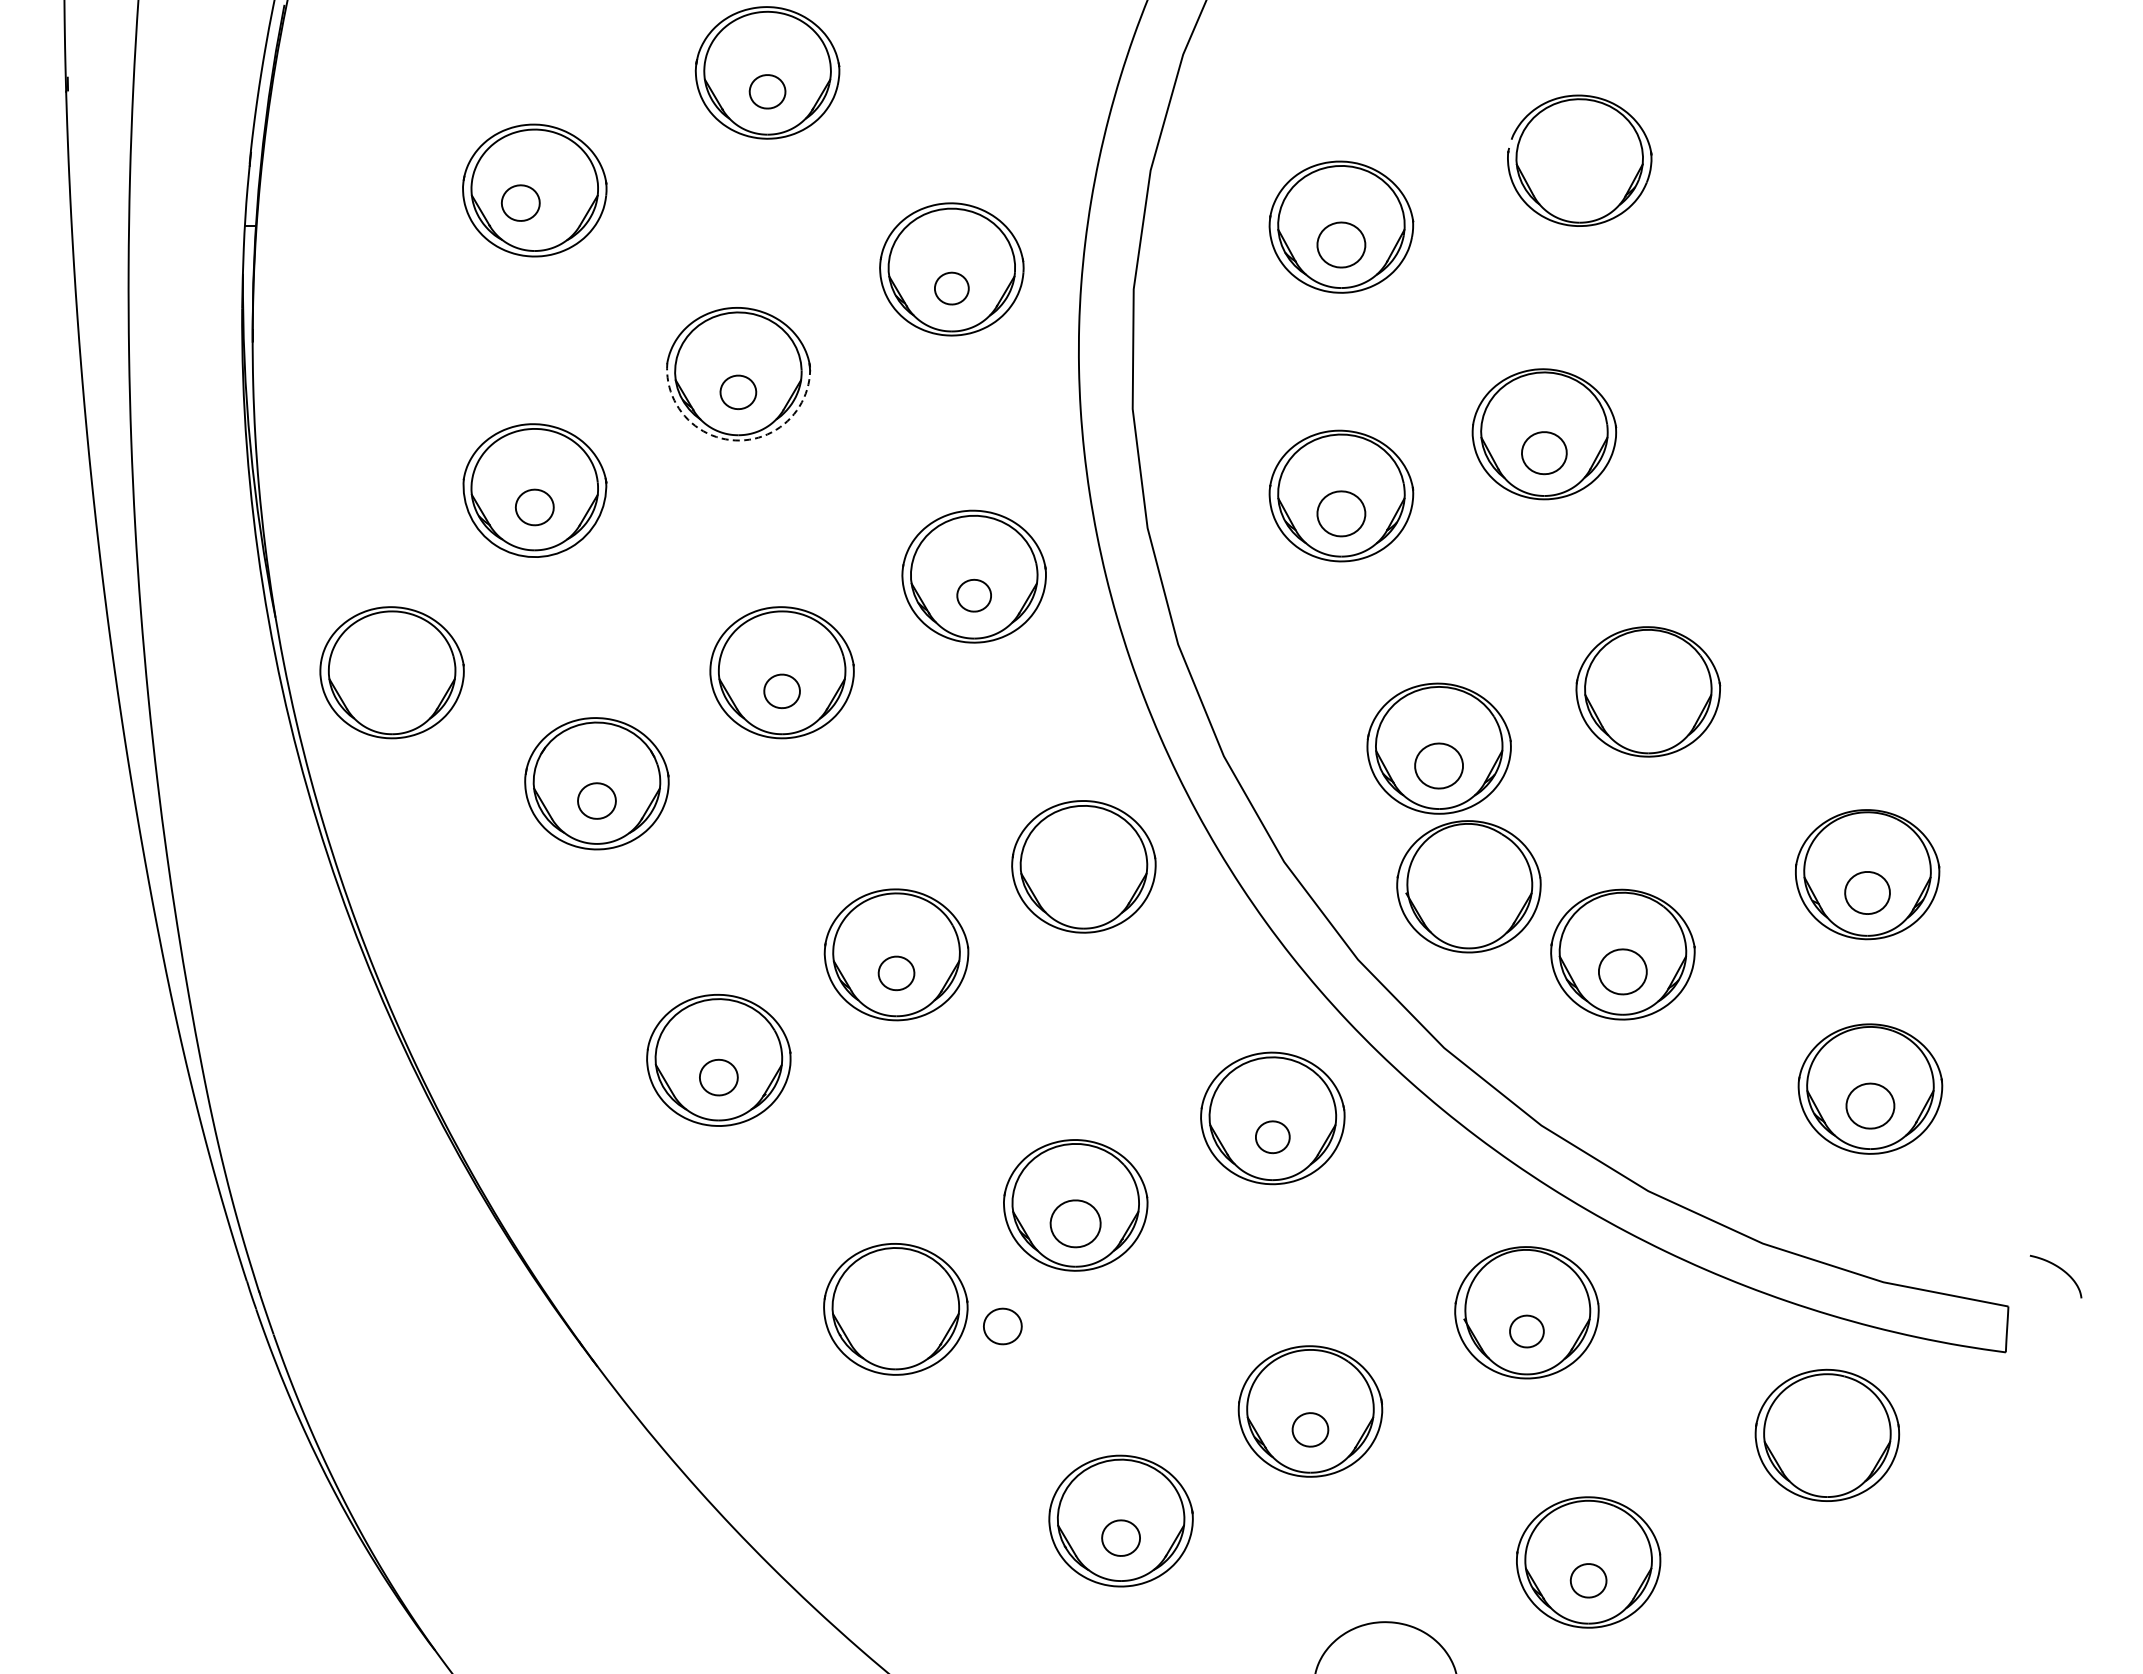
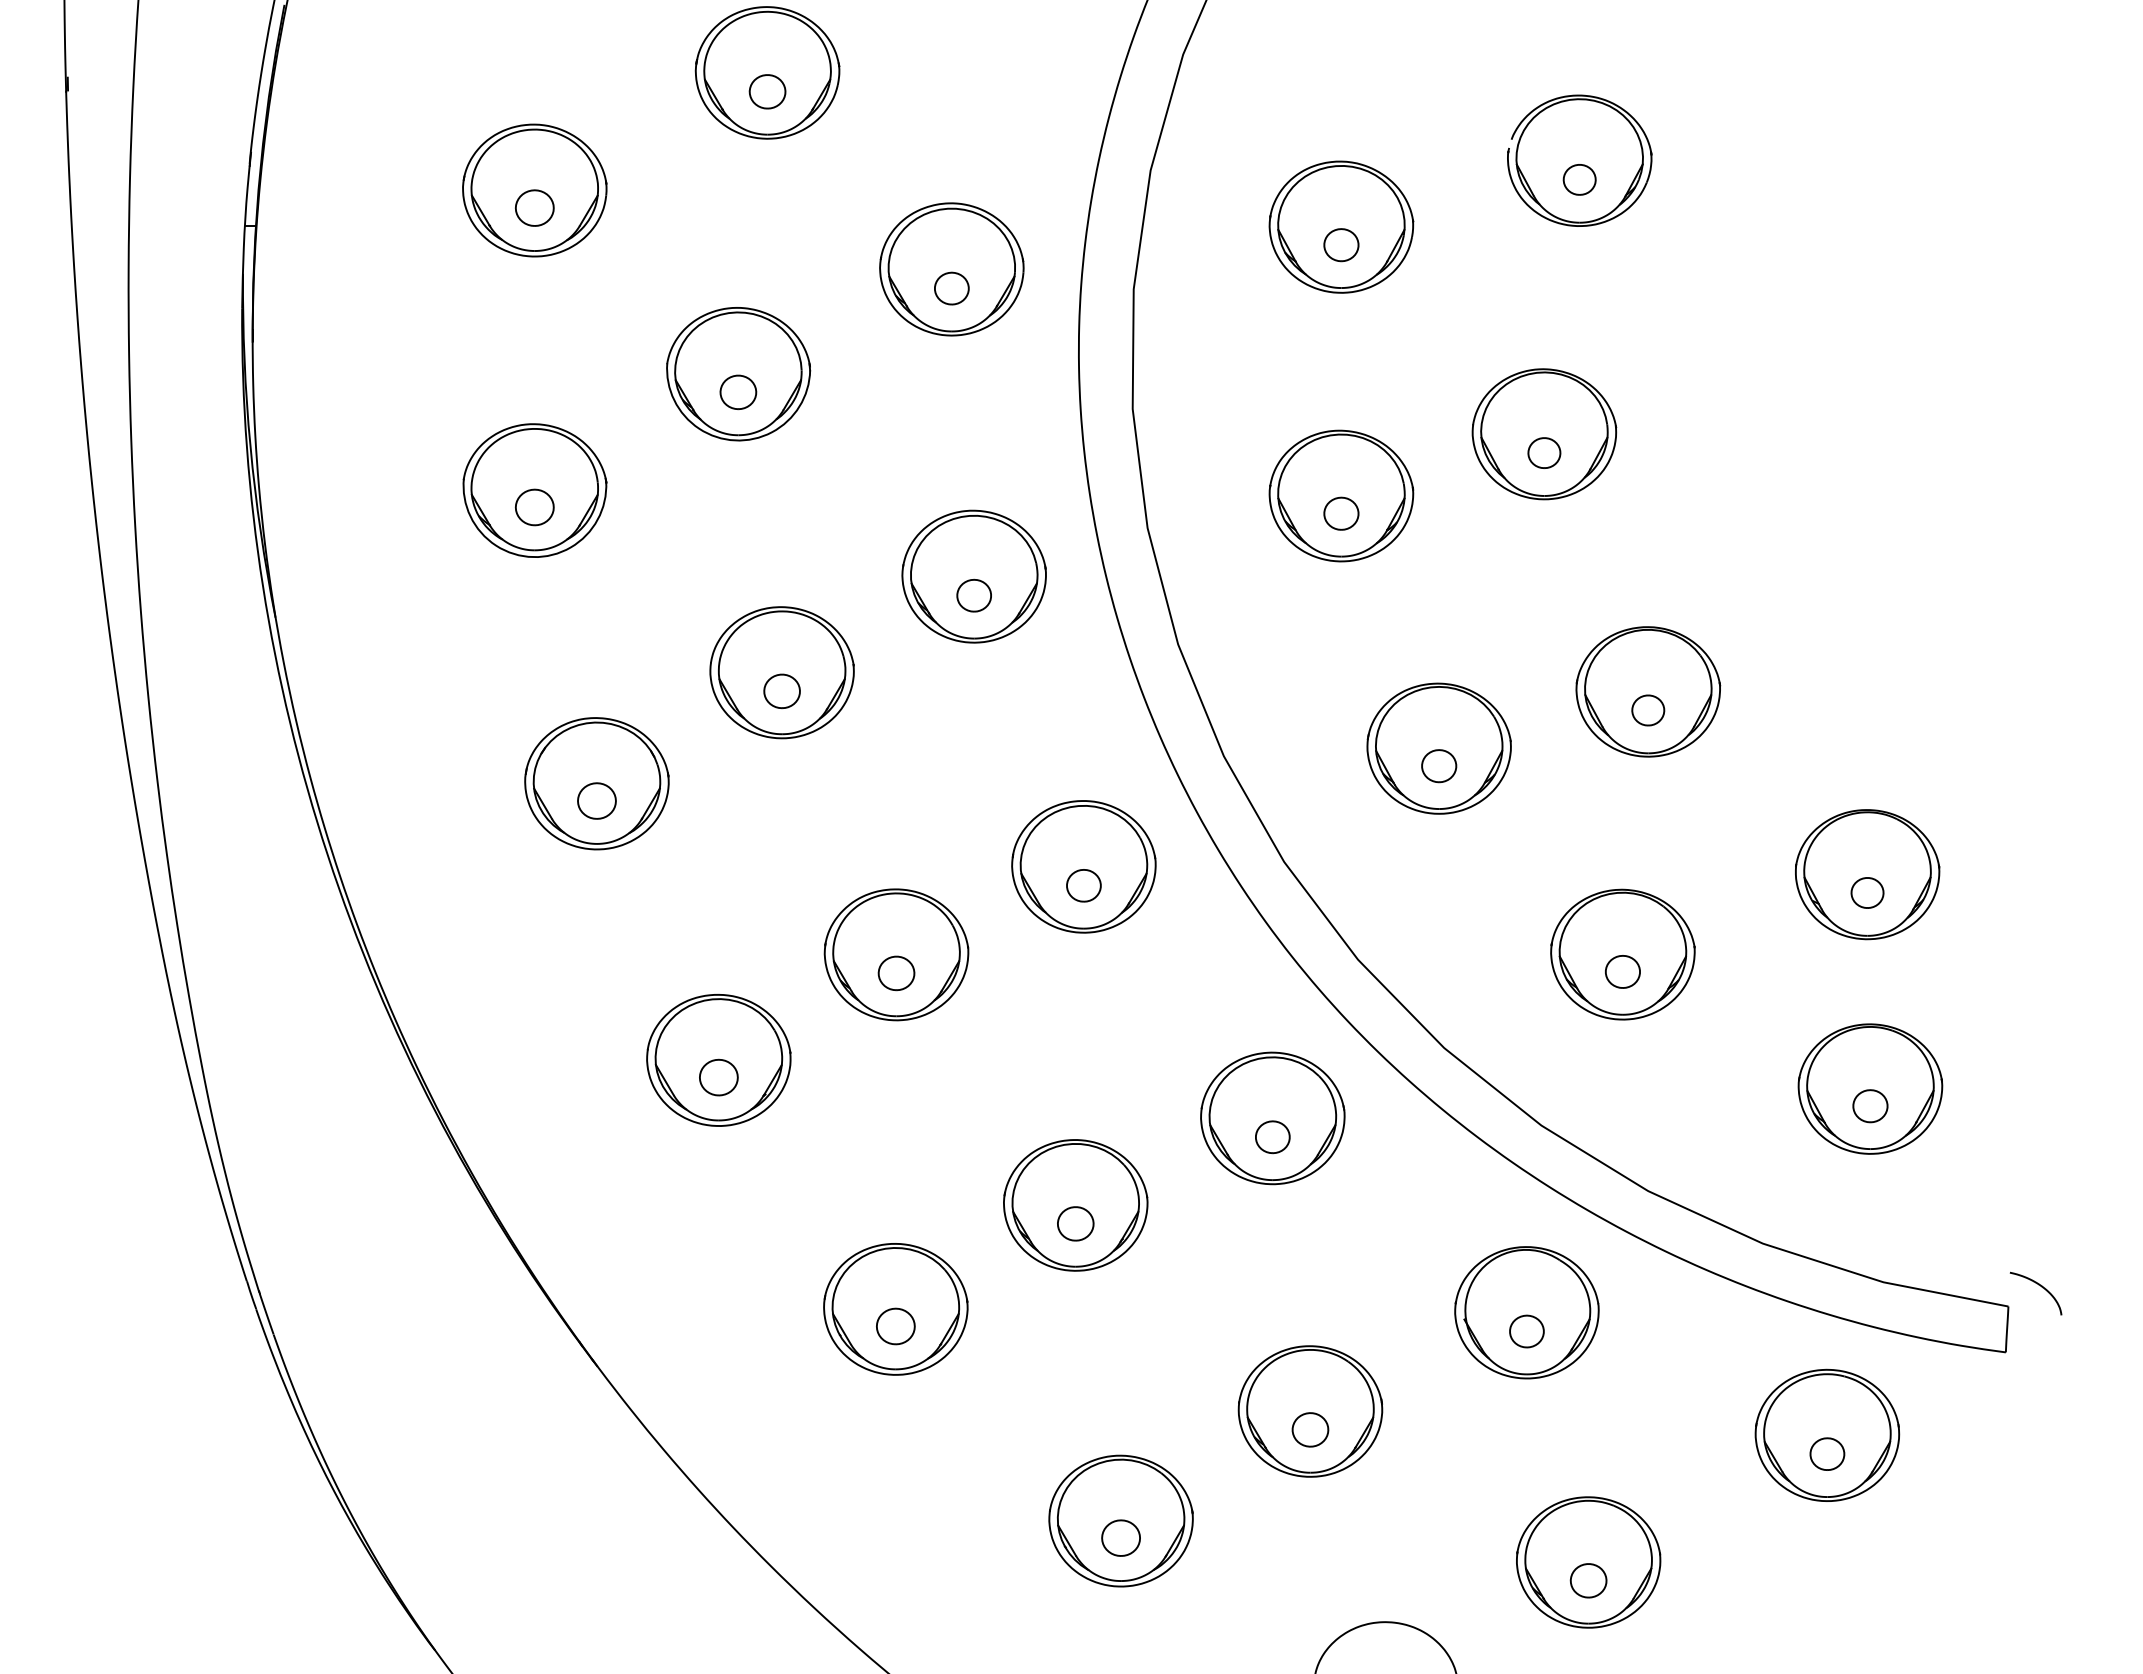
part at (1579, 179): none -> present
part at (520, 202) position: (520, 202) -> (534, 207)
part at (1341, 244) size: 51x48 px -> 37x35 px
arc at (735, 440): dashed -> solid
part at (1544, 453) size: 47x45 px -> 35x32 px
part at (1341, 513) size: 51x48 px -> 37x35 px
part at (391, 672): present -> none
part at (1648, 710): none -> present
part at (1438, 765) size: 50x48 px -> 37x35 px
part at (1083, 885): none -> present
part at (1468, 886): present -> none
part at (1867, 892) size: 47x44 px -> 35x32 px
part at (1622, 971) size: 50x48 px -> 36x34 px
part at (1870, 1105) size: 51x48 px -> 37x35 px
part at (1075, 1223) size: 53x50 px -> 38x36 px
curve at (2061, 1270) position: (2061, 1270) -> (2041, 1287)
part at (1002, 1326) position: (1002, 1326) -> (895, 1326)
part at (1827, 1453): none -> present
